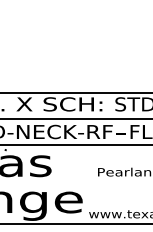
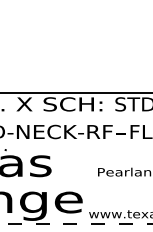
line at (75, 119): present -> none
line at (75, 145): present -> none
line at (76, 223): solid -> dashed
